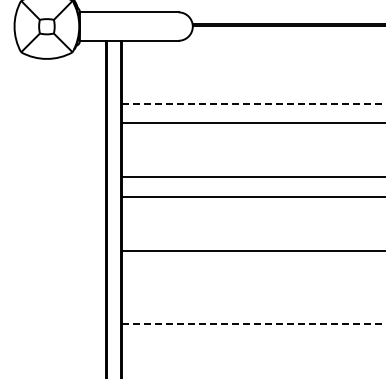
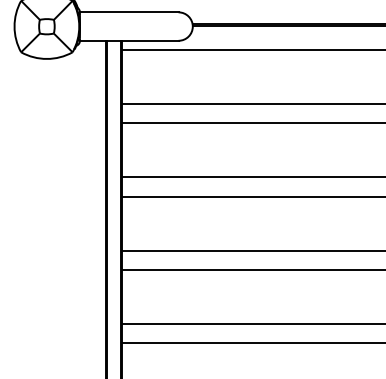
line at (251, 50): none -> present
line at (253, 104): dashed -> solid
line at (251, 270): none -> present
line at (253, 324): dashed -> solid
line at (251, 343): none -> present
